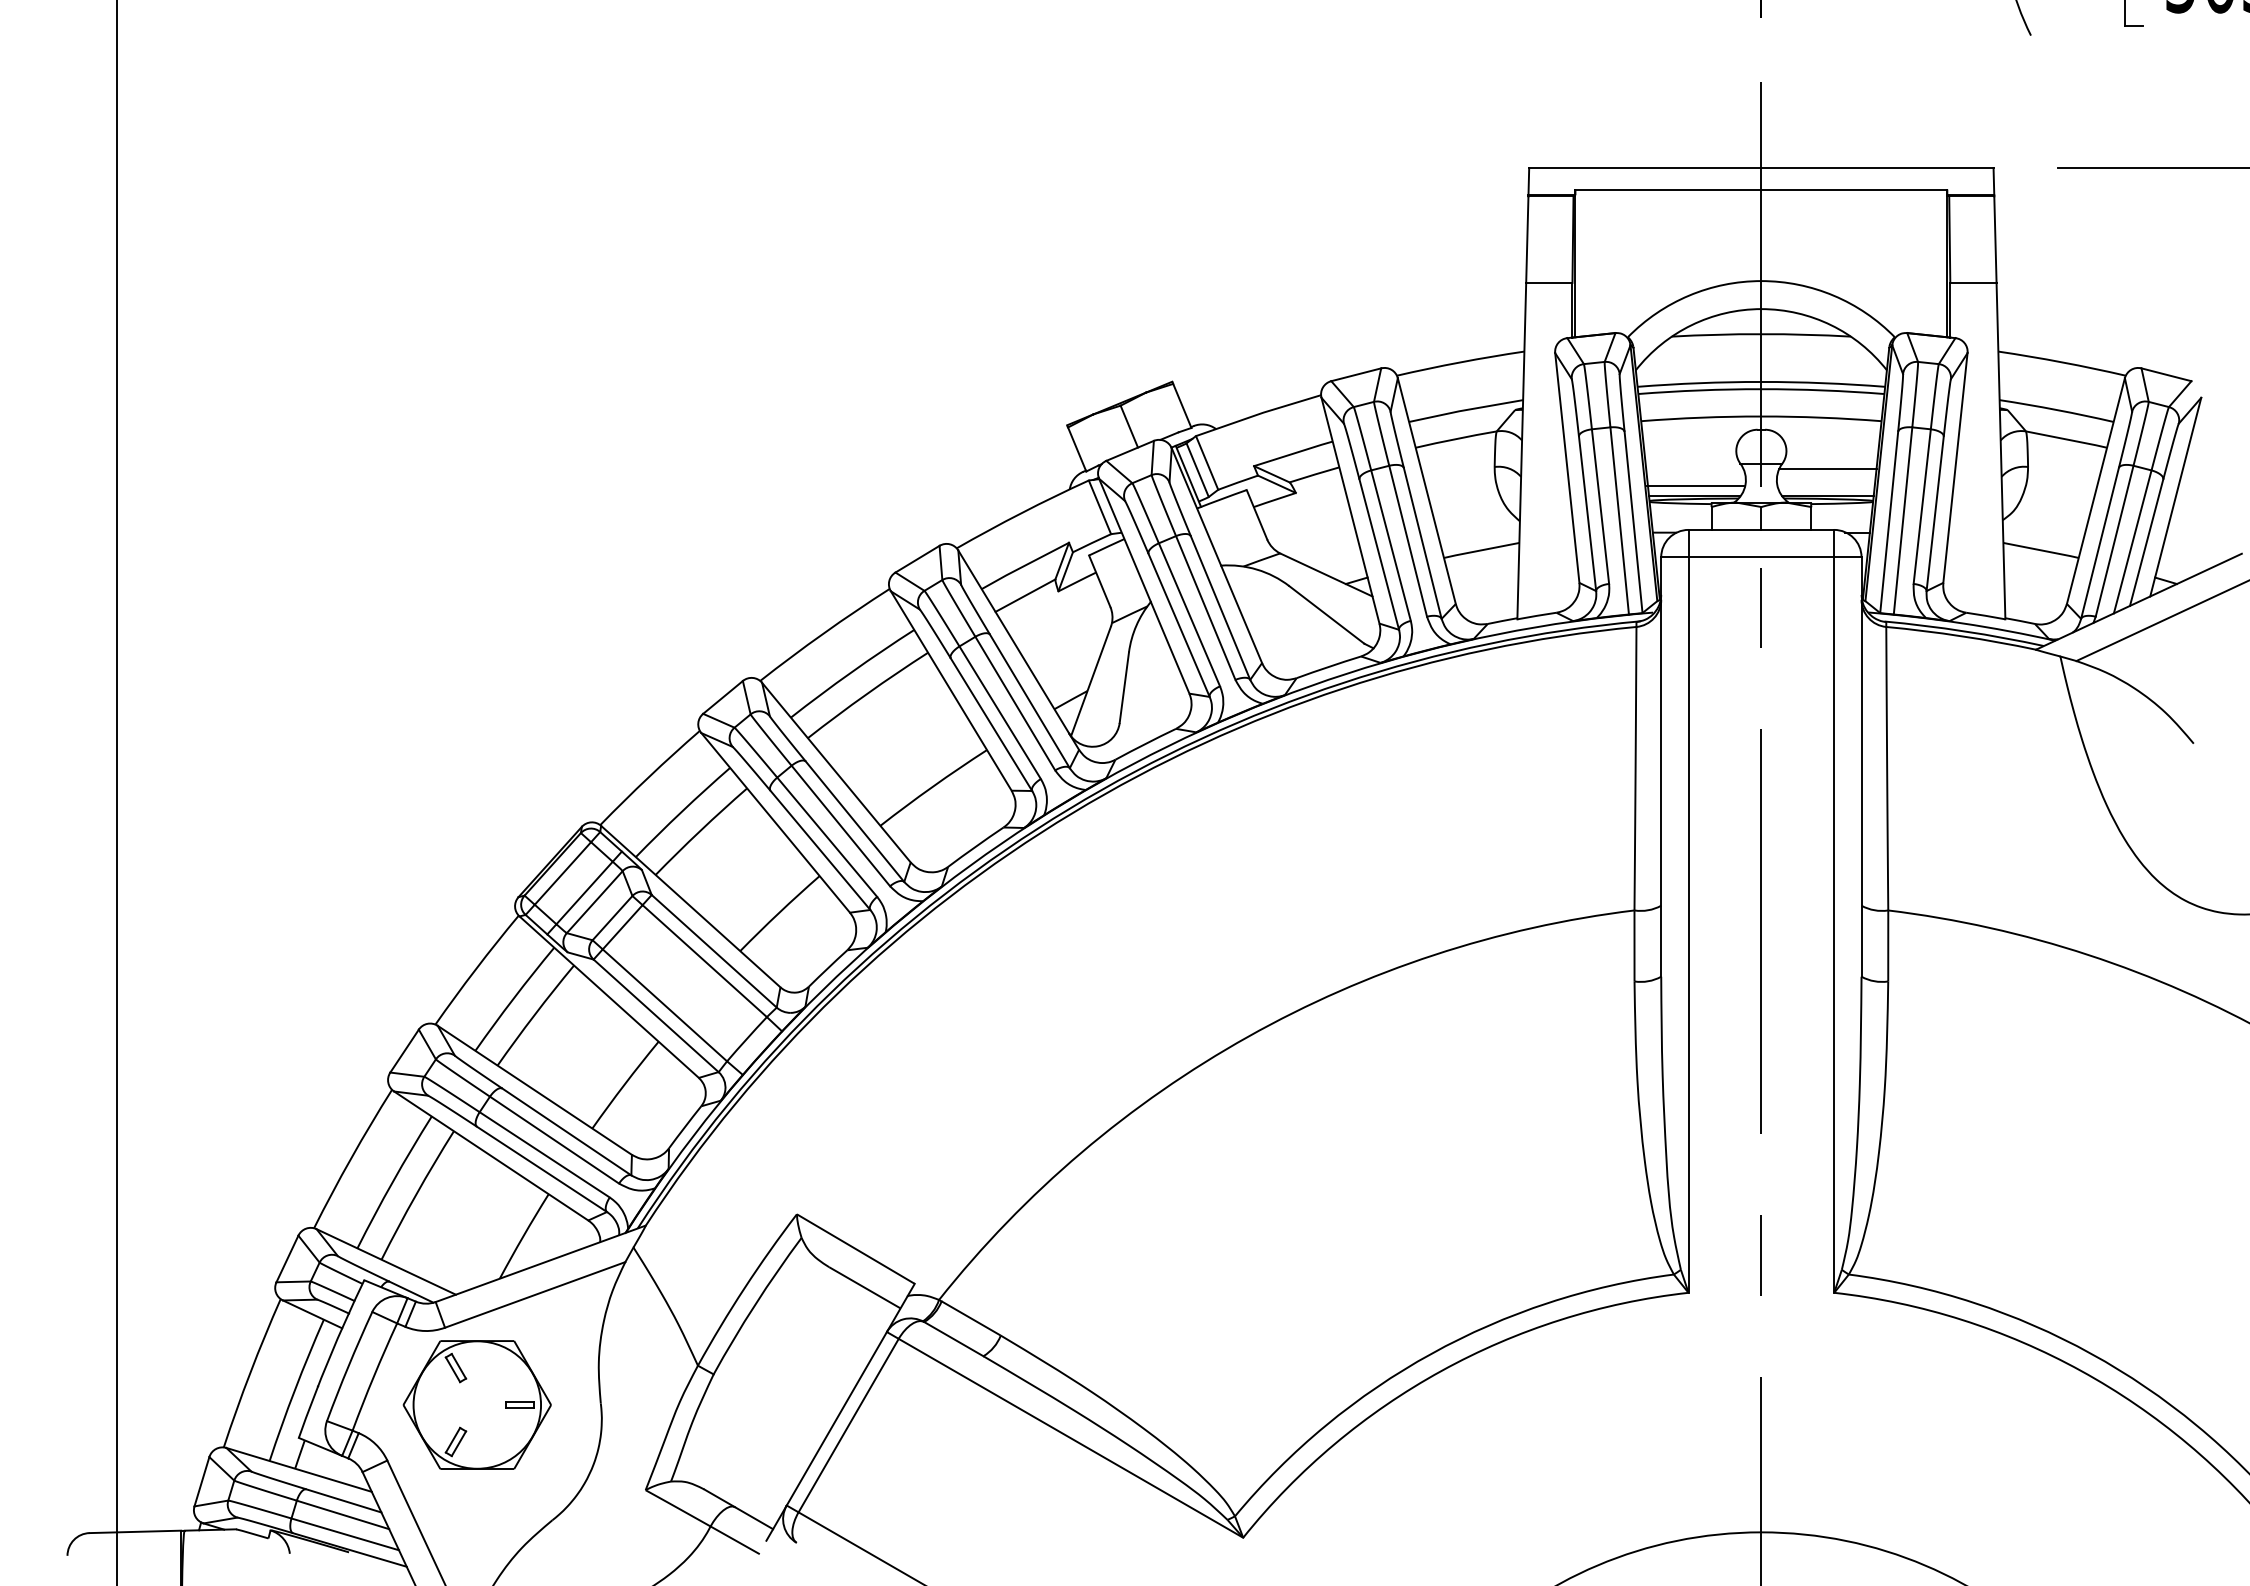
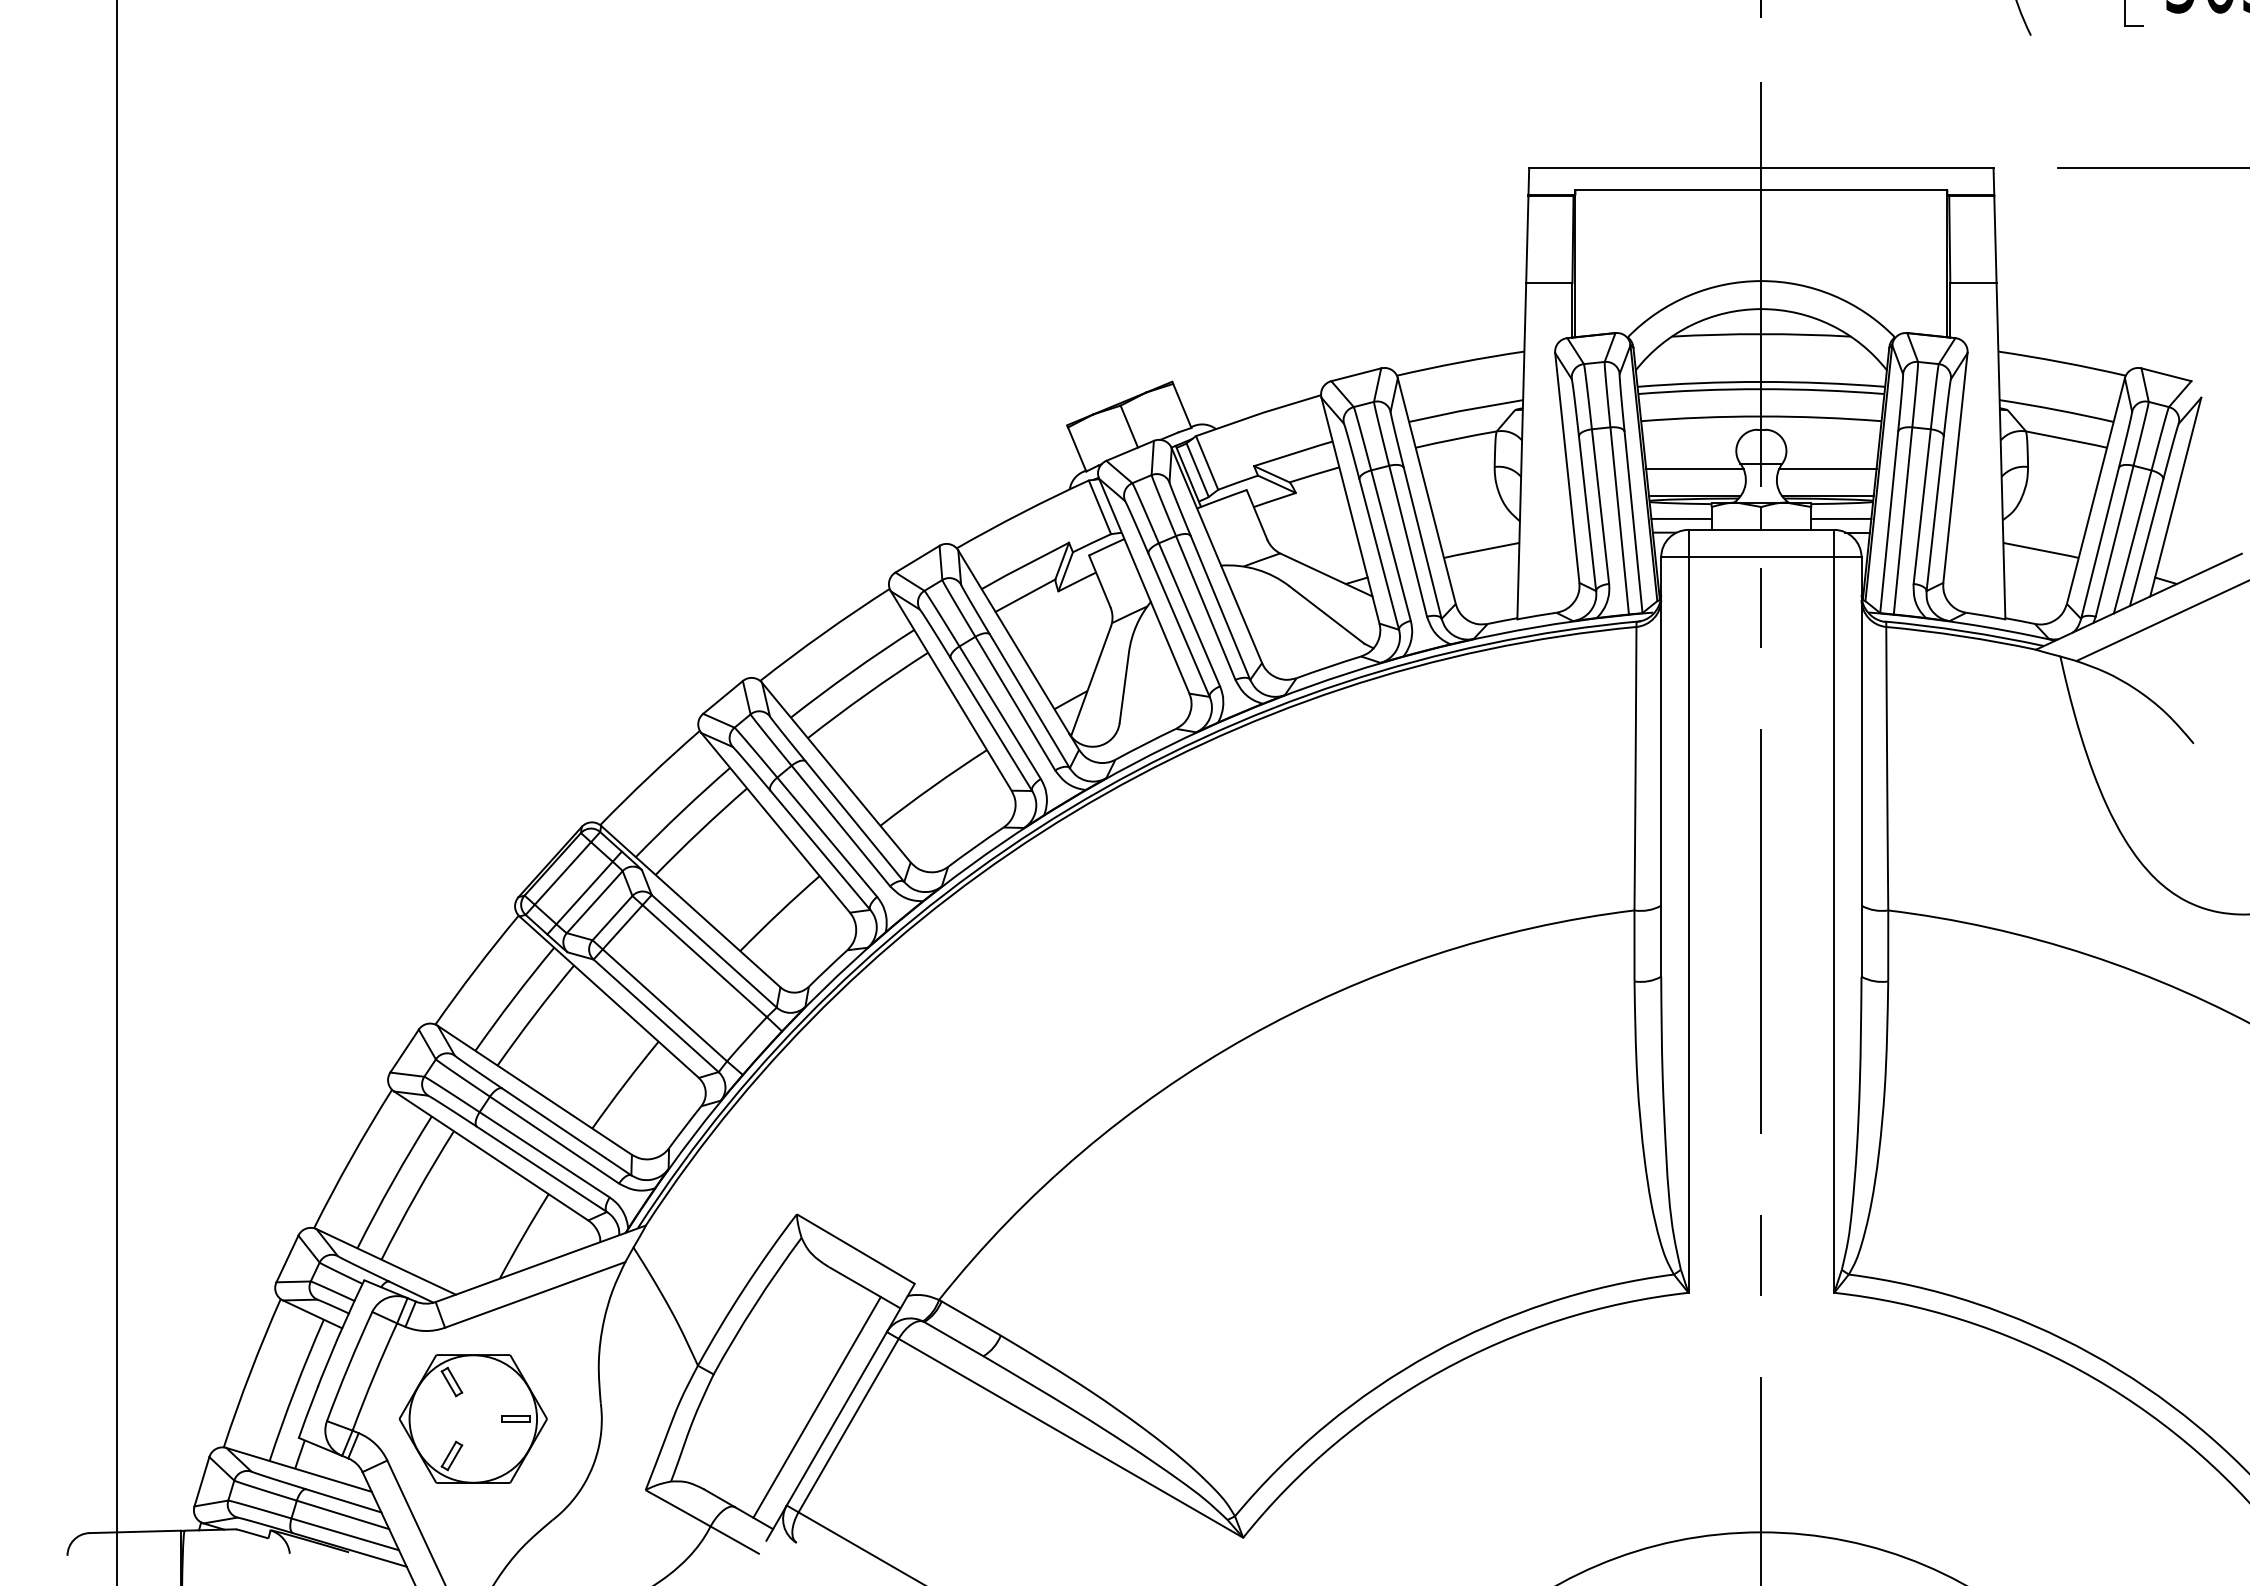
line at (1694, 486) position: (1694, 486) -> (1694, 469)
line at (1681, 518): none -> present
line at (1841, 518): none -> present
part at (476, 1404) position: (476, 1404) -> (472, 1418)
line at (816, 1407): none -> present
